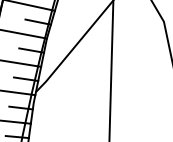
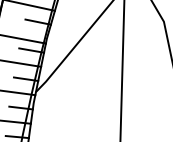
line at (24, 34) position: (24, 34) -> (23, 39)
line at (111, 70) position: (111, 70) -> (122, 70)
